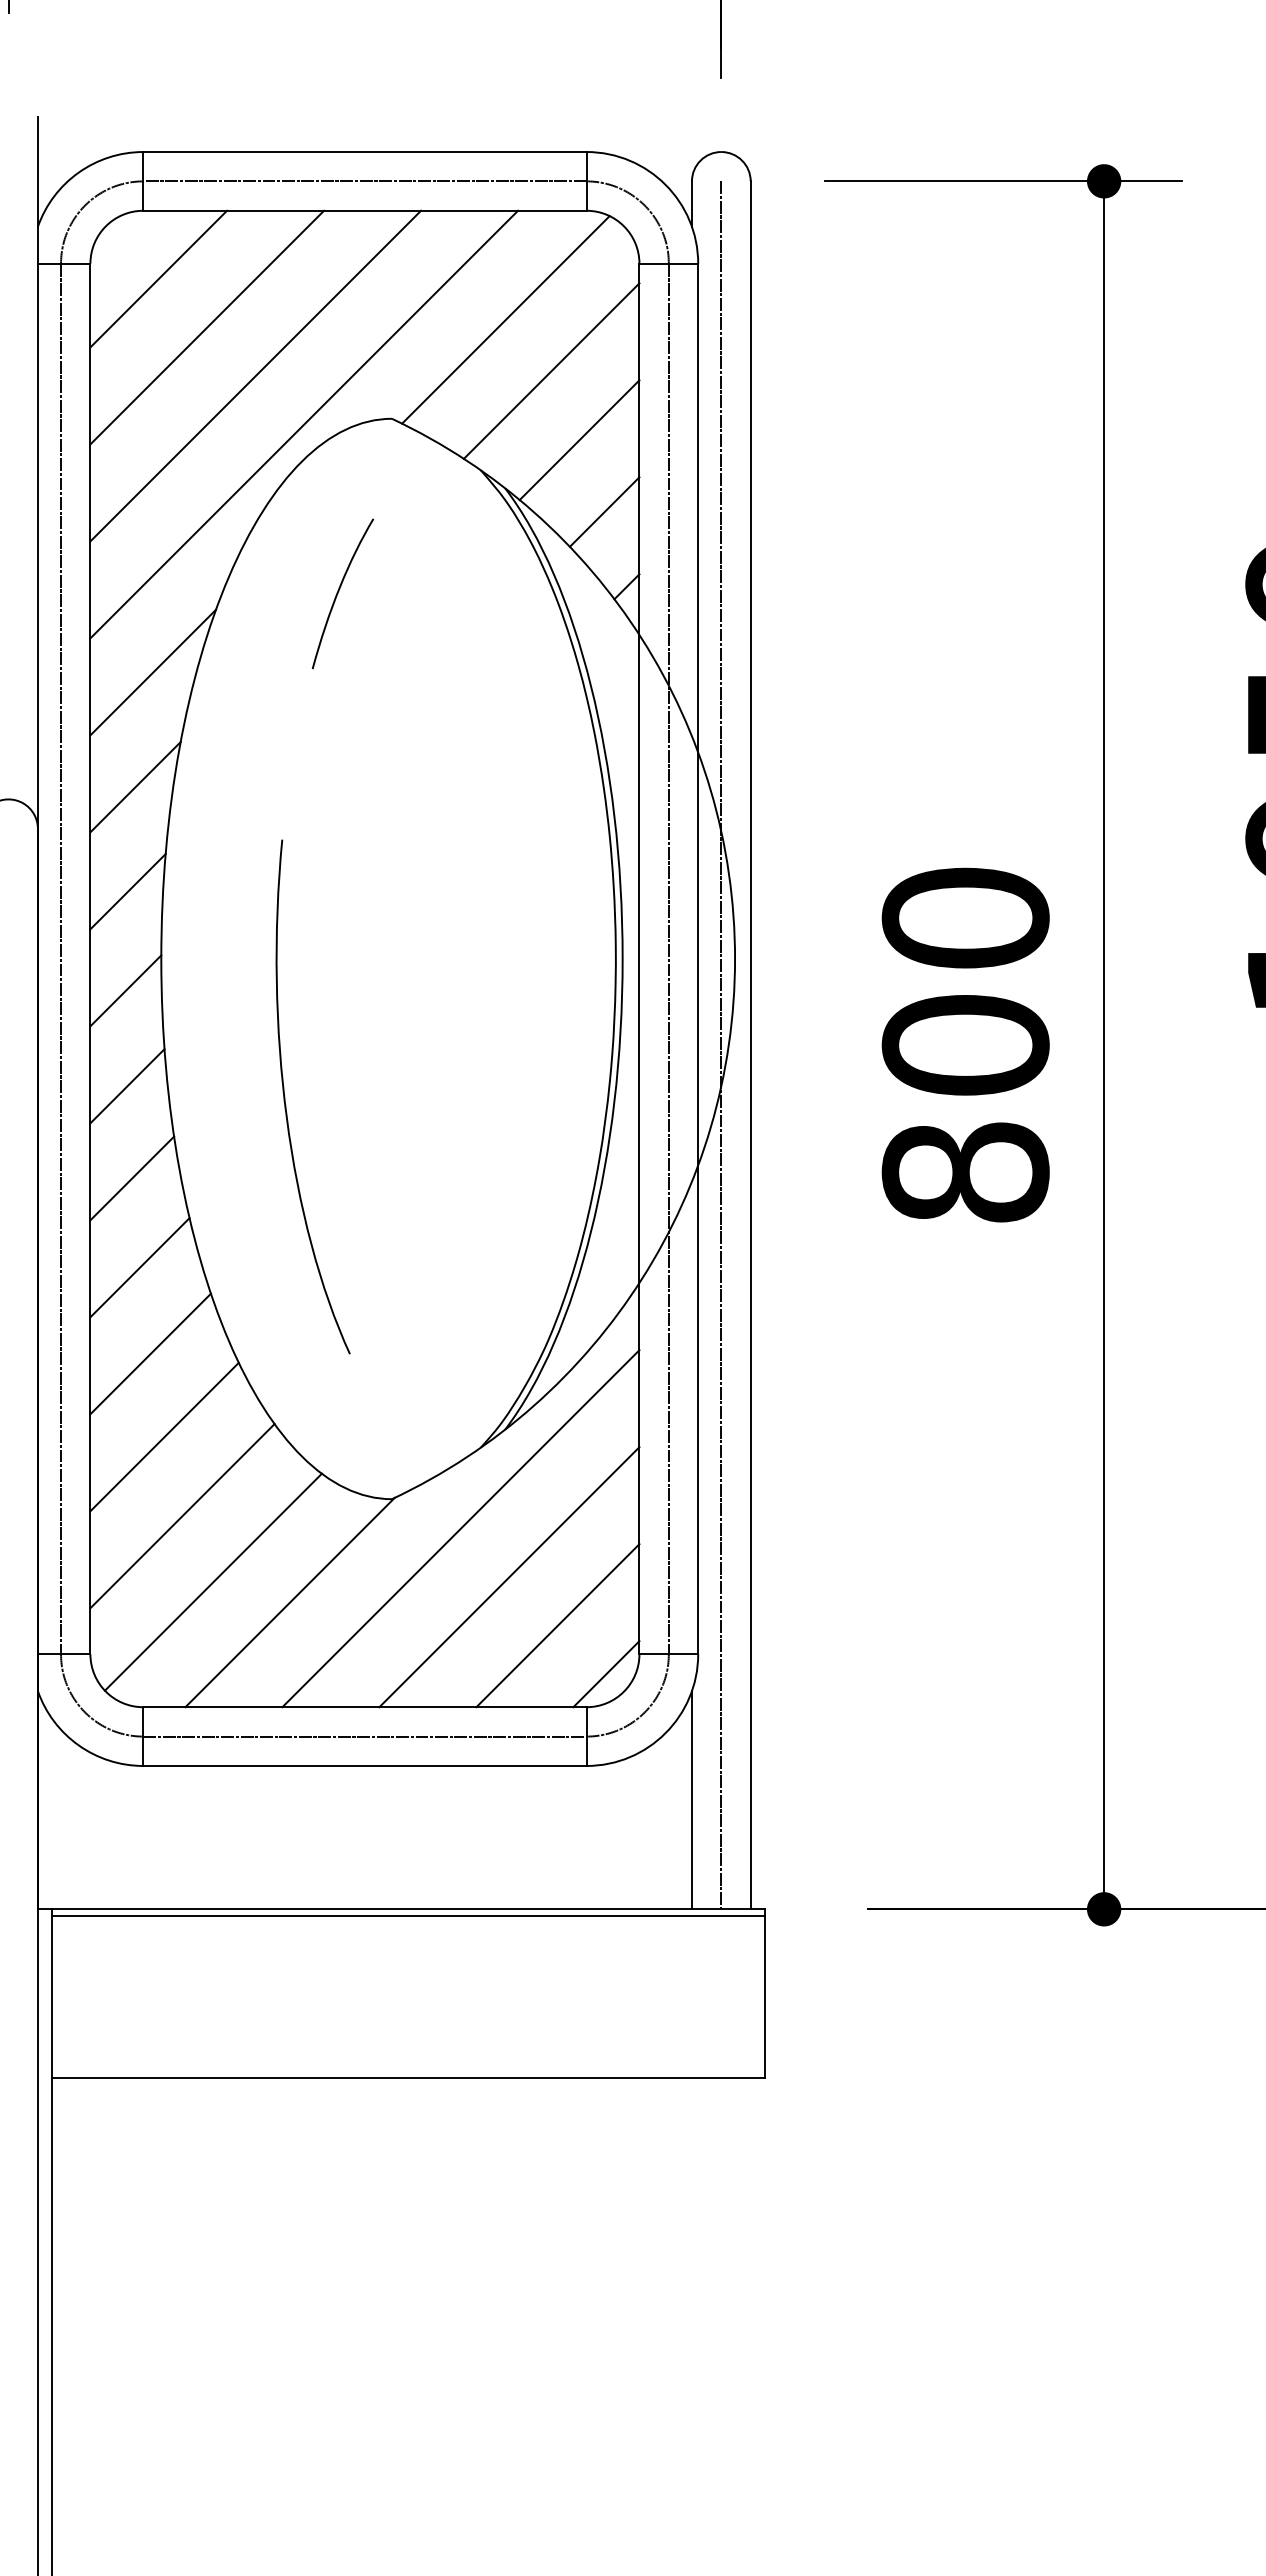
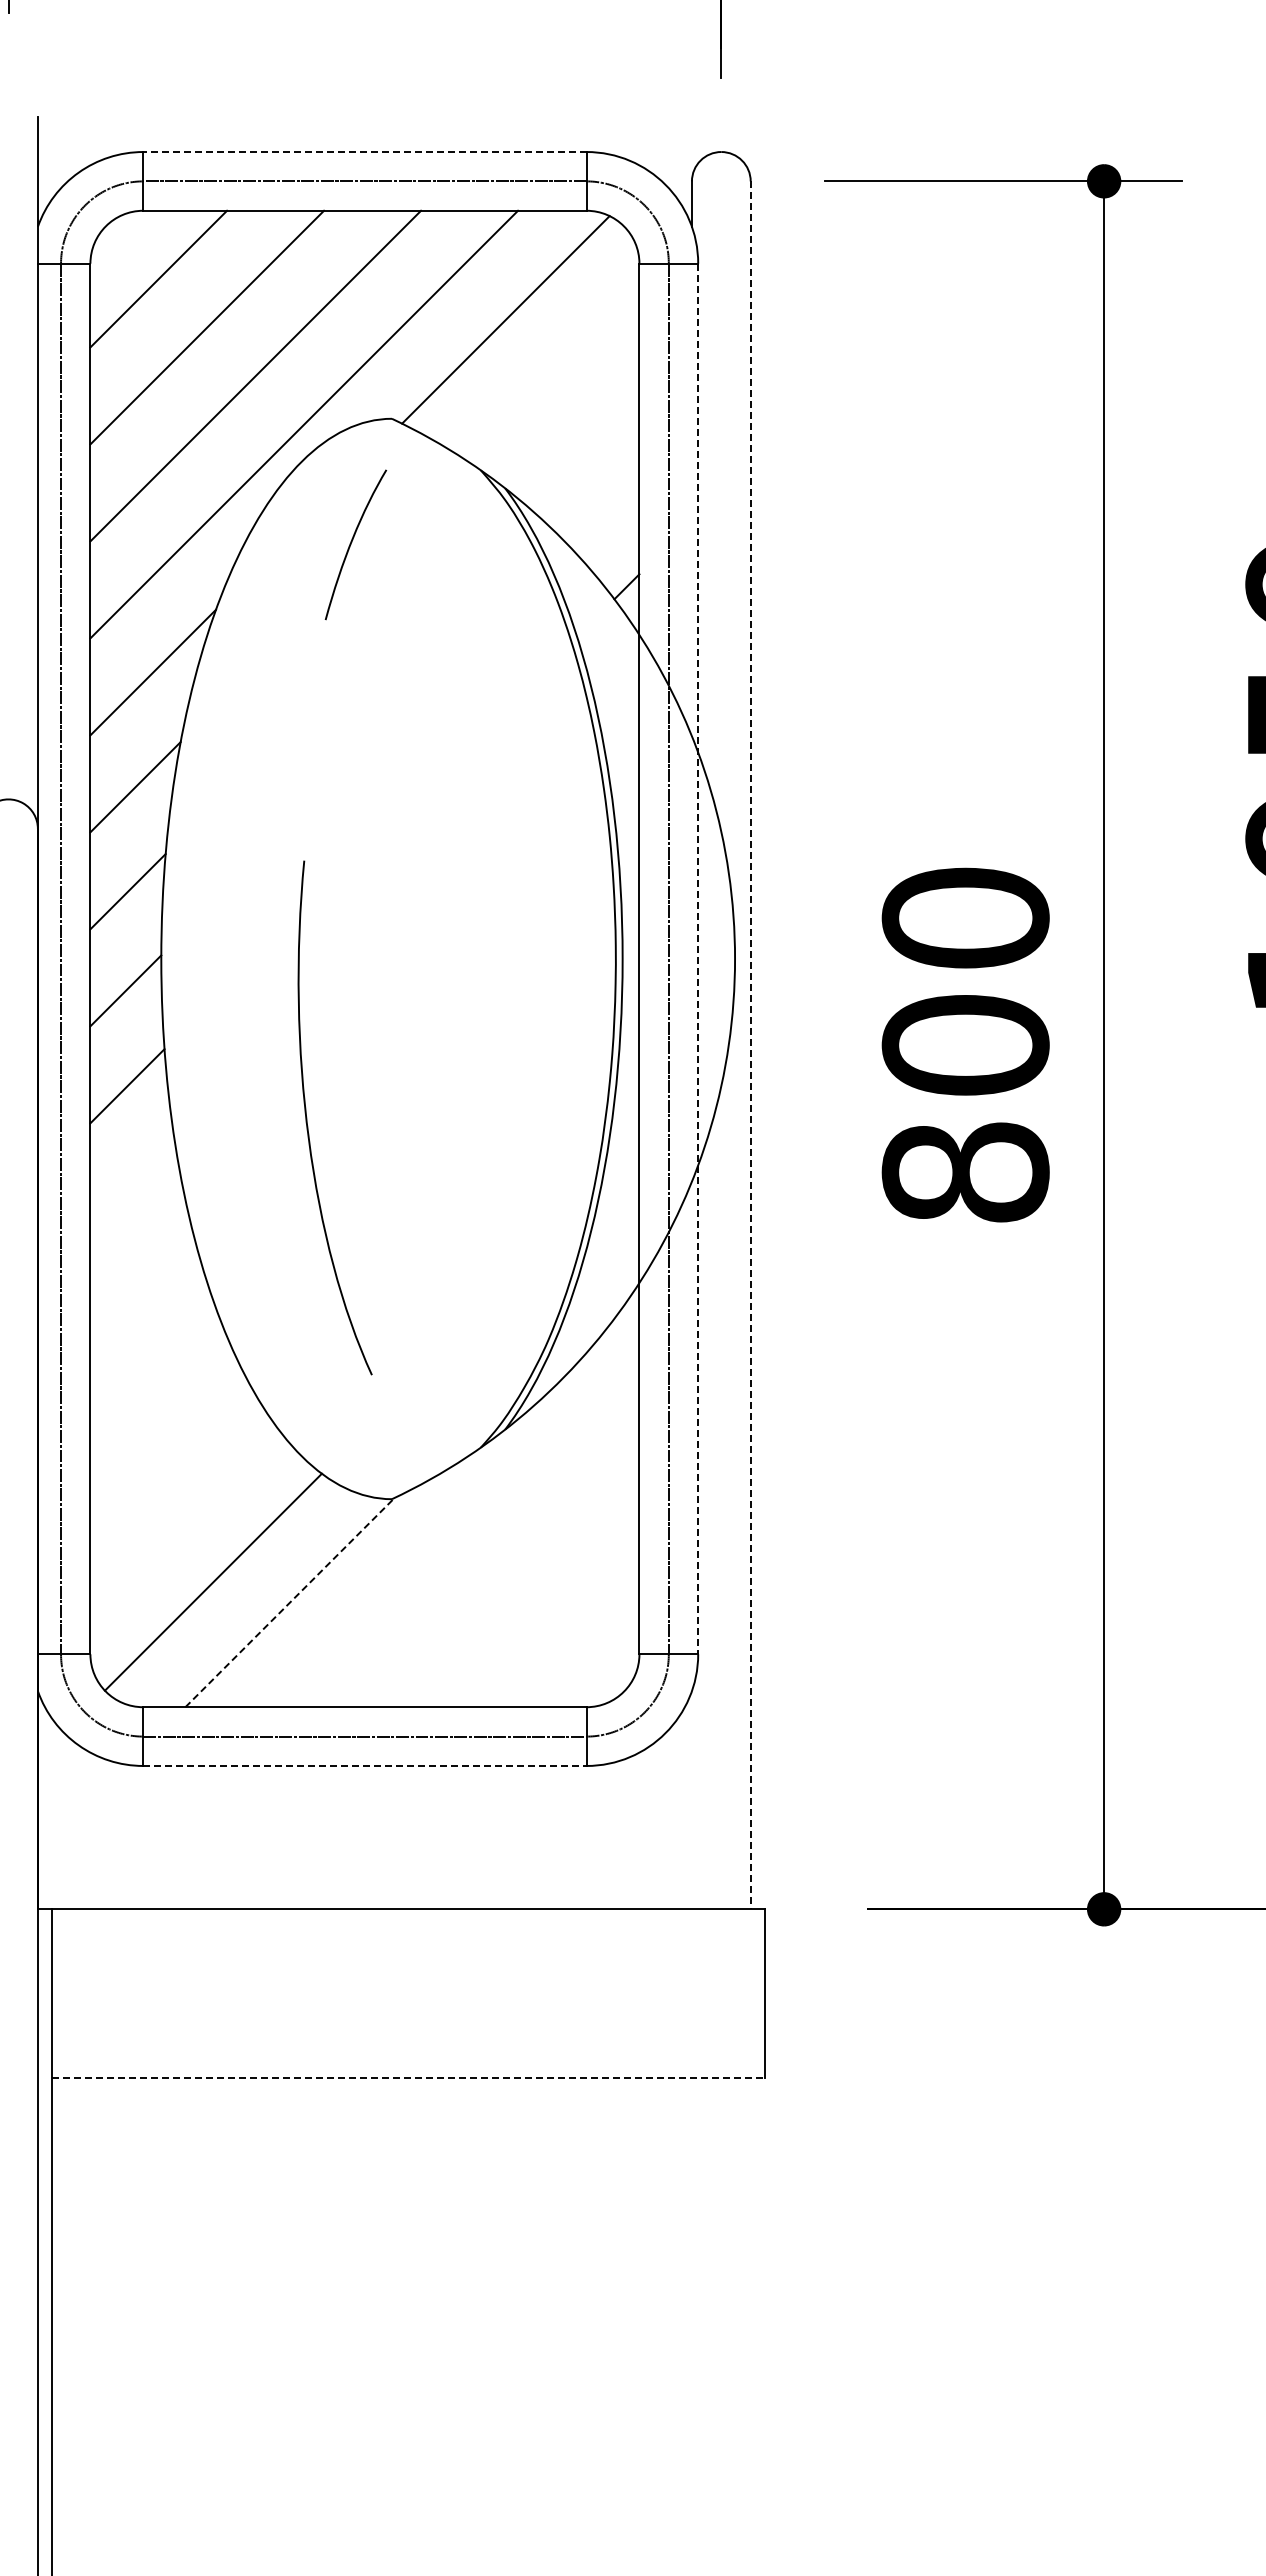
line at (364, 152): solid -> dashed
line at (551, 370): present -> none
line at (579, 440): present -> none
line at (604, 511): present -> none
curve at (339, 591) position: (339, 591) -> (352, 542)
line at (698, 959): solid -> dashed
line at (721, 1045): present -> none
line at (750, 1045): solid -> dashed
curve at (285, 1096) position: (285, 1096) -> (307, 1117)
line at (132, 1178): present -> none
line at (139, 1267): present -> none
line at (150, 1353): present -> none
line at (164, 1436): present -> none
line at (182, 1516): present -> none
line at (460, 1528): present -> none
line at (509, 1577): present -> none
line at (290, 1602): solid -> dashed
line at (557, 1625): present -> none
line at (606, 1674): present -> none
line at (364, 1765): solid -> dashed
line at (691, 1800): present -> none
line at (407, 1916): present -> none
line at (408, 2078): solid -> dashed
